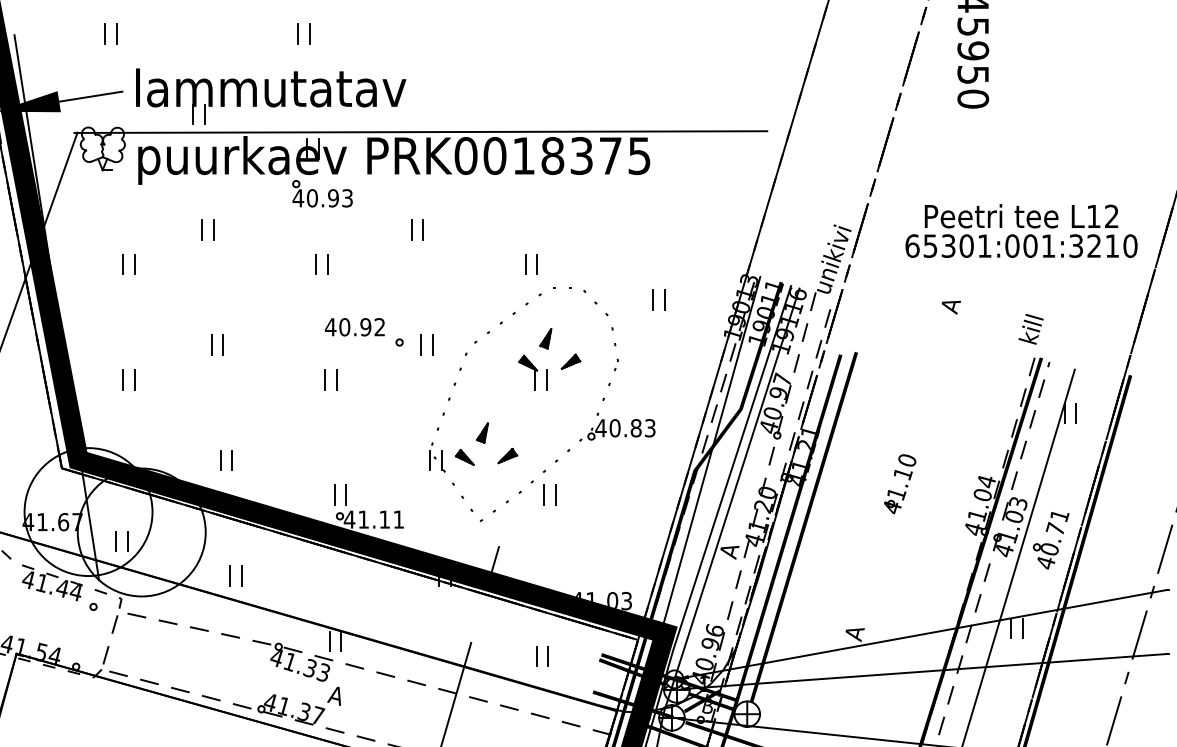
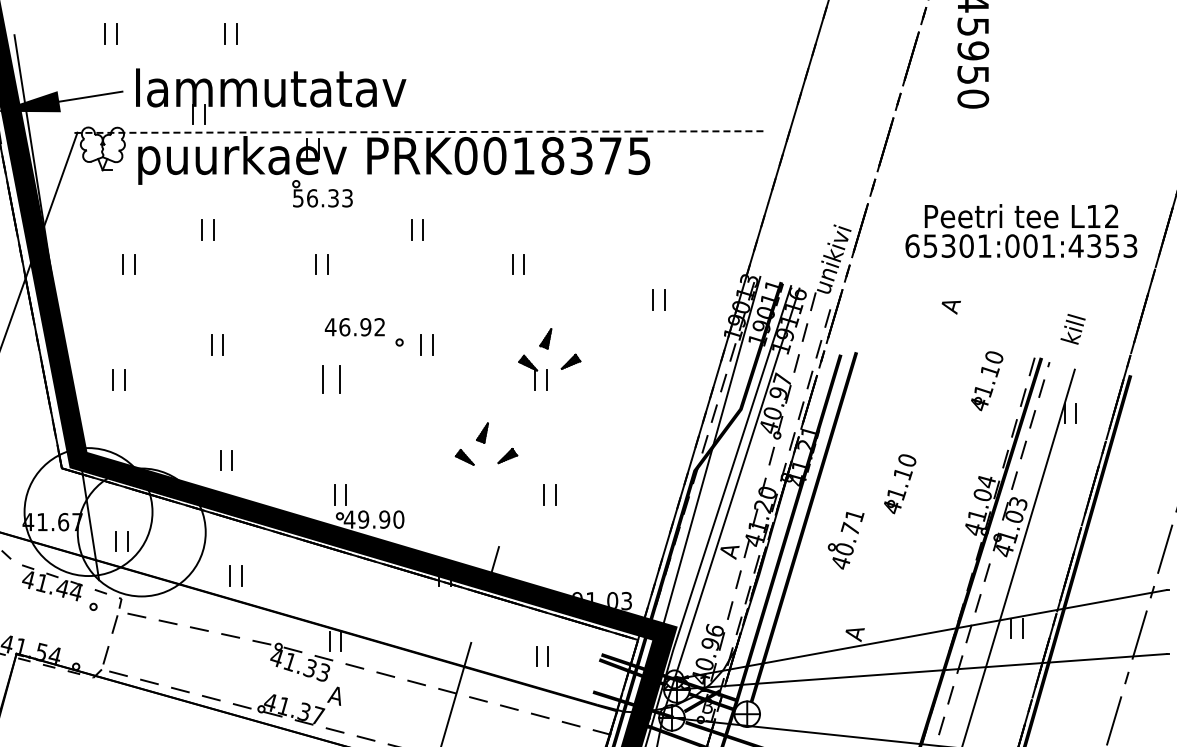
part at (303, 33) position: (303, 33) -> (230, 33)
line at (421, 132): solid -> dashed
text at (315, 198): 40.93 -> 56.33
text at (1102, 245): 65301:001:3210 -> 65301:001:4353
part at (531, 264) position: (531, 264) -> (518, 264)
text at (344, 327): 40.92 -> 46.92
text at (1030, 328) position: (1030, 328) -> (1072, 328)
part at (128, 379) position: (128, 379) -> (118, 379)
part at (330, 379) size: 14x22 px -> 19x29 px
part at (987, 381): none -> present
part at (579, 440): present -> none
text at (381, 519): 41.11 -> 49.90
part at (1050, 540) position: (1050, 540) -> (845, 540)
text at (577, 595): 41.03 -> 91.03
